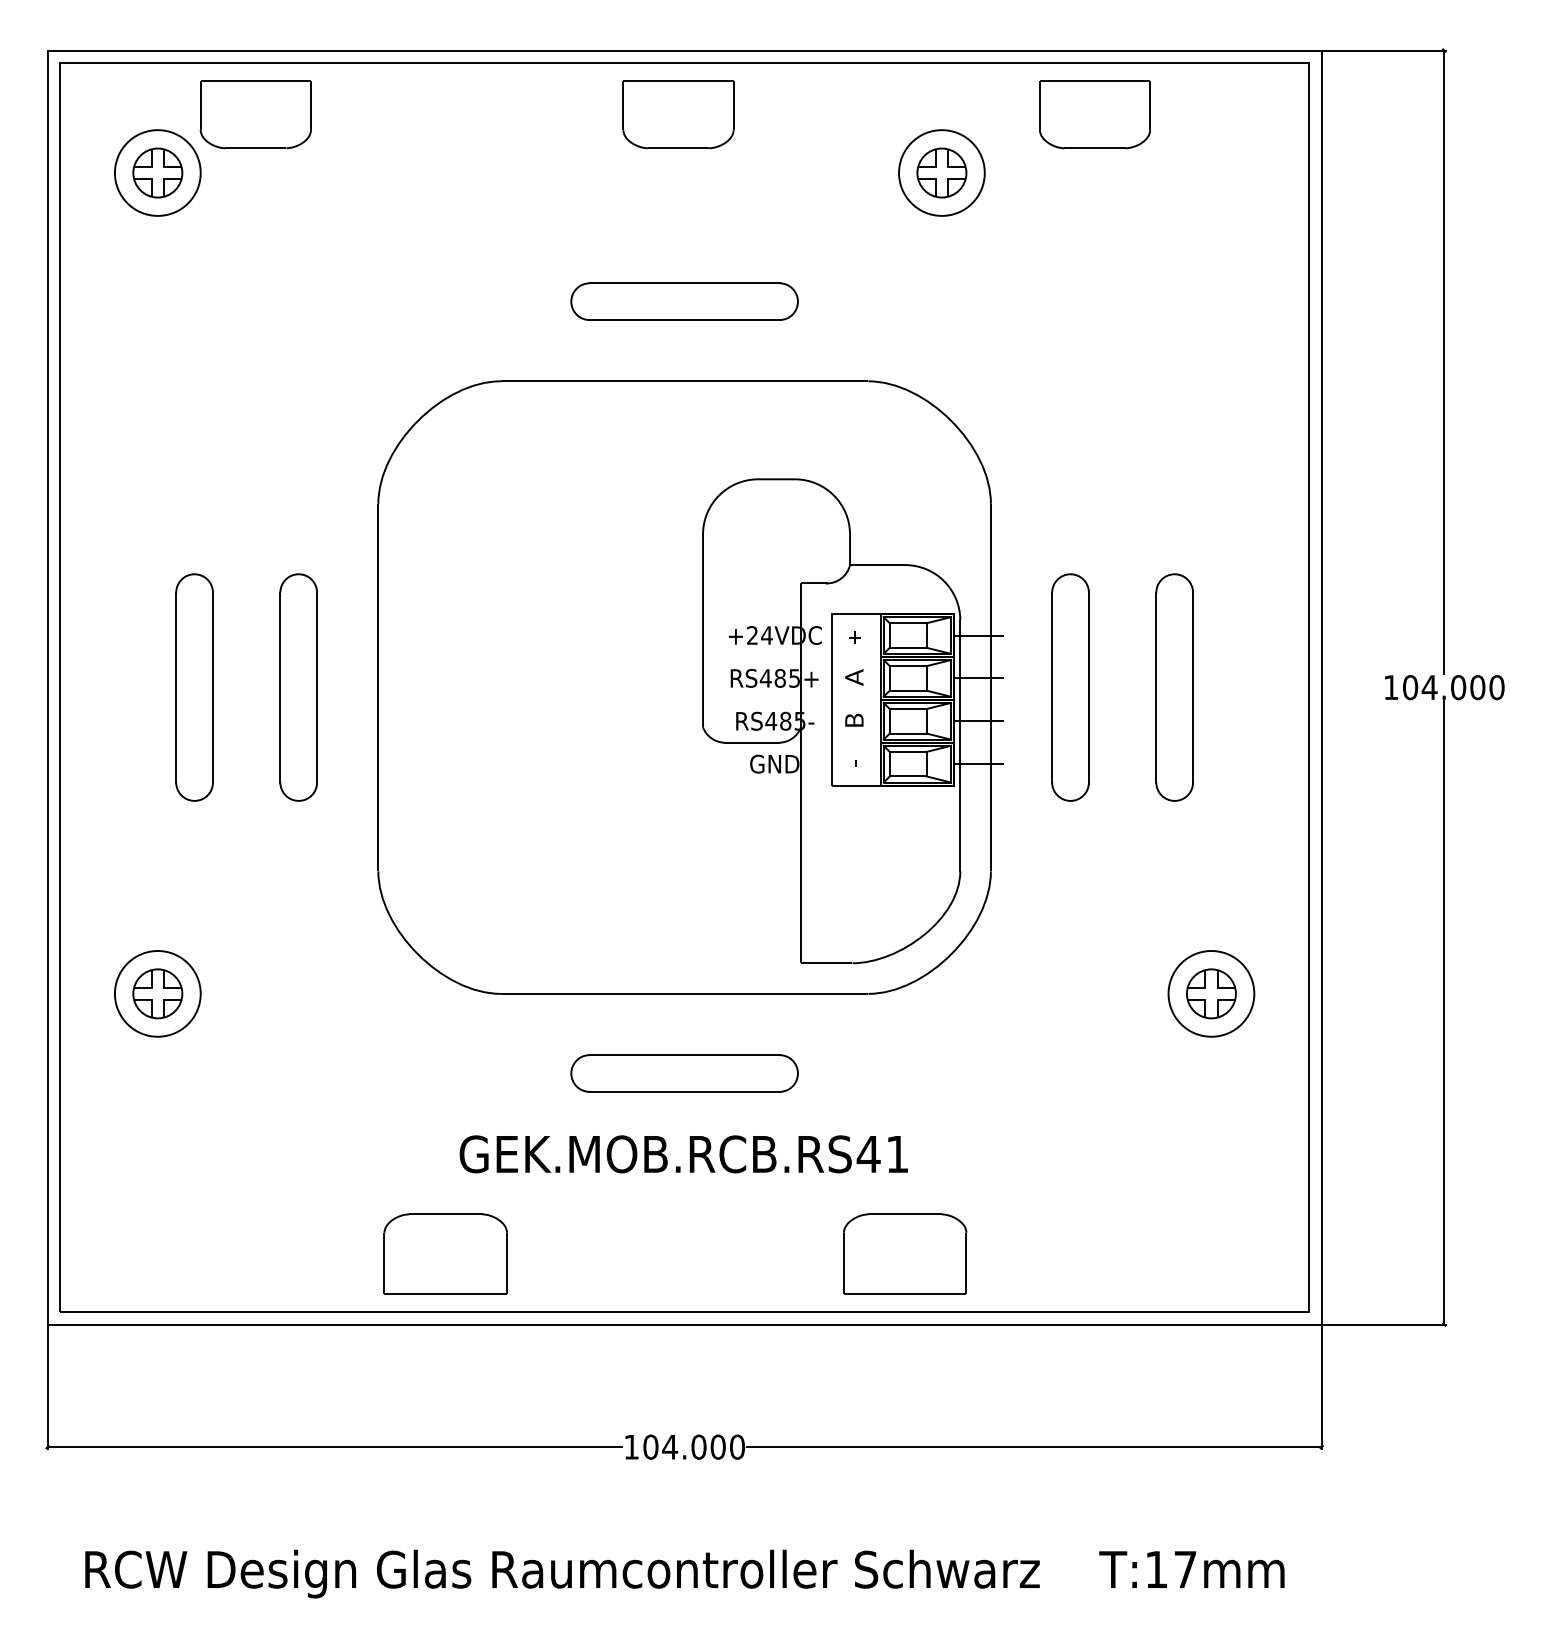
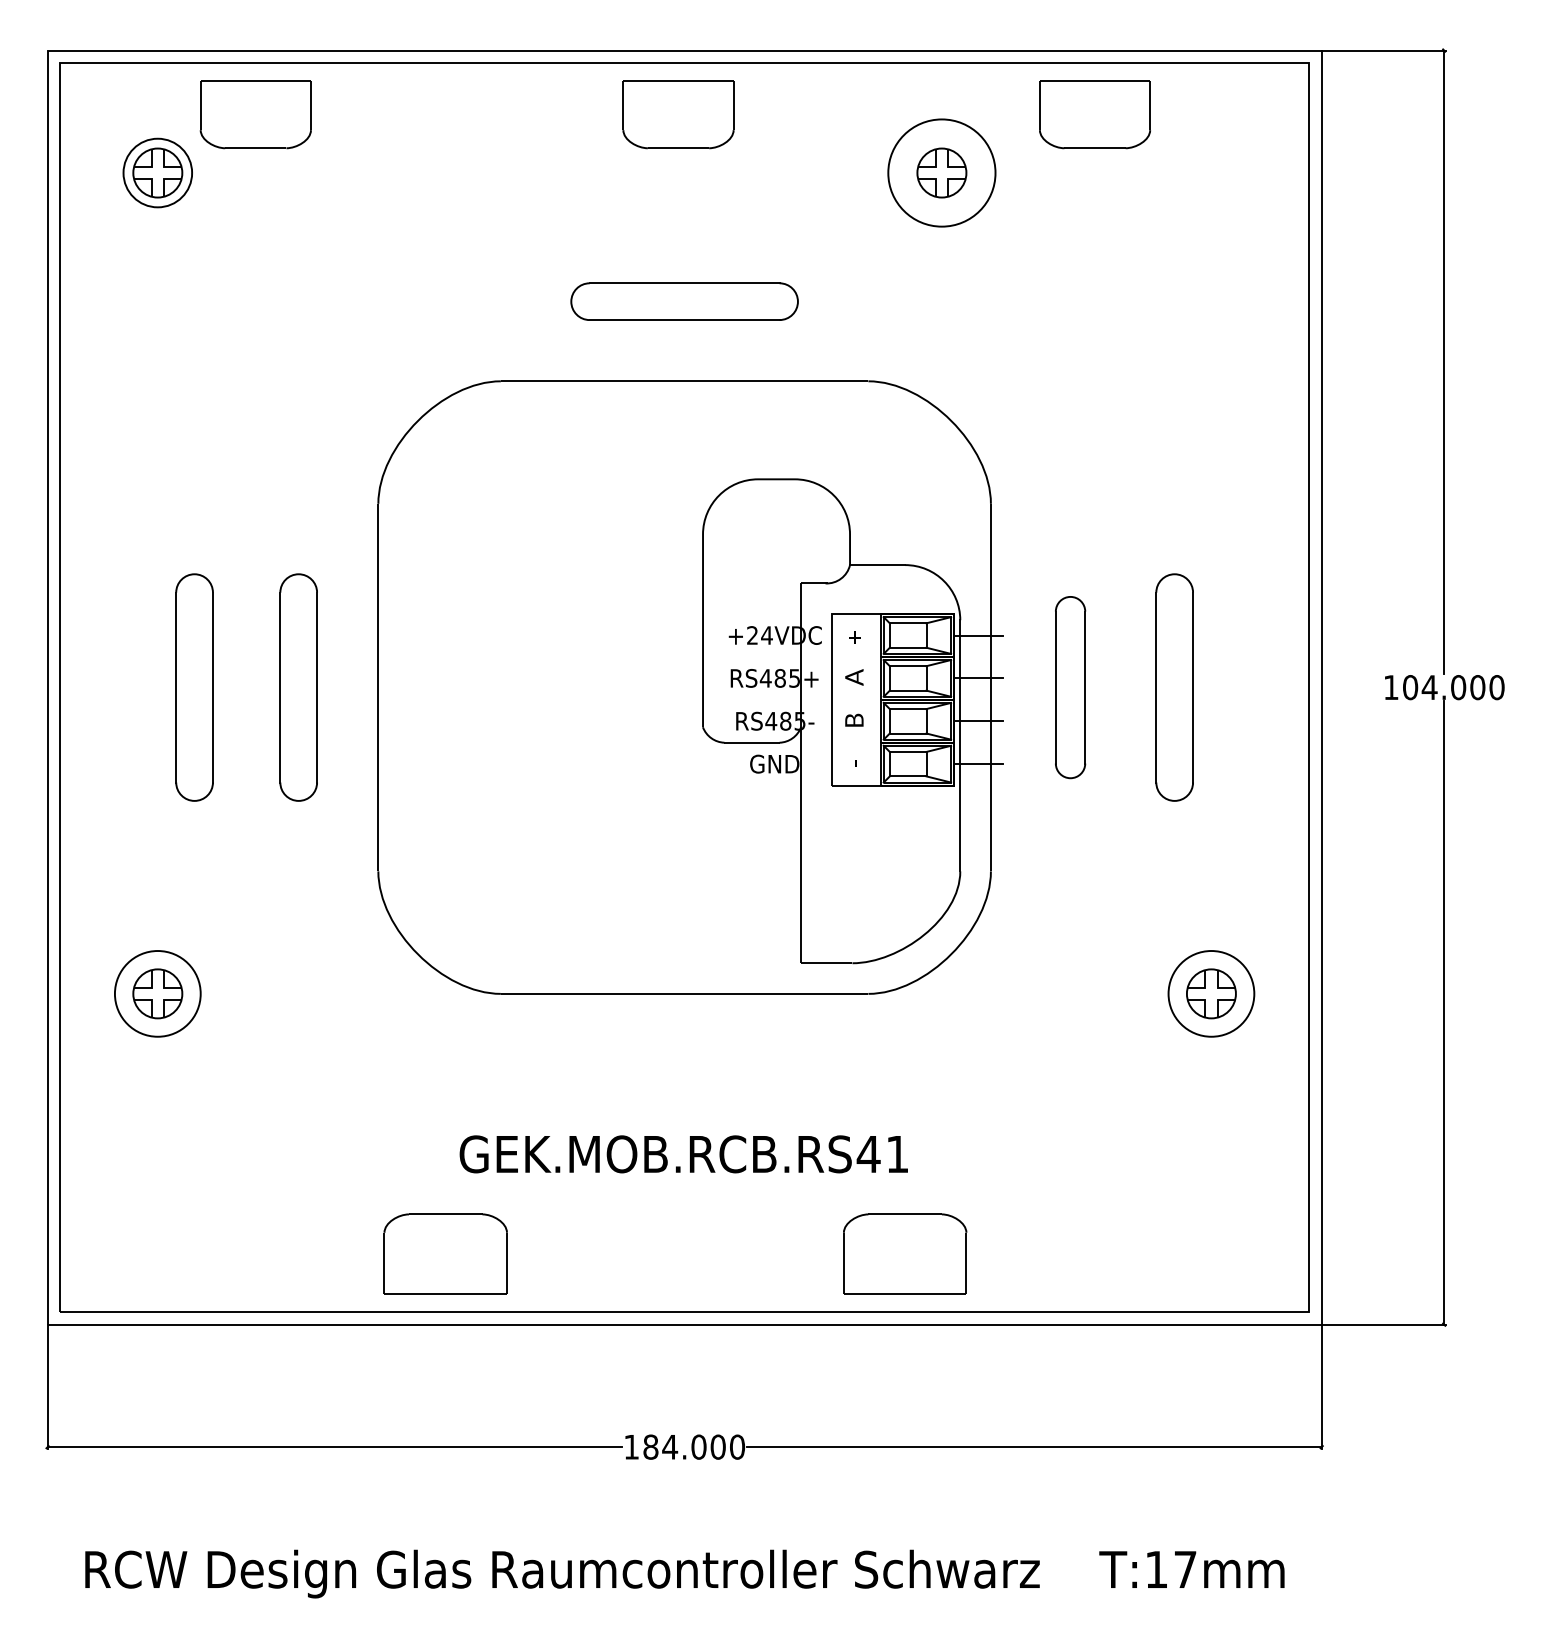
circle at (157, 172) diameter: 86 px -> 69 px
circle at (941, 172) diameter: 86 px -> 107 px
part at (1070, 687) size: 39x229 px -> 32x184 px
part at (684, 1073): present -> none
text at (650, 1447): 104.000 -> 184.000
